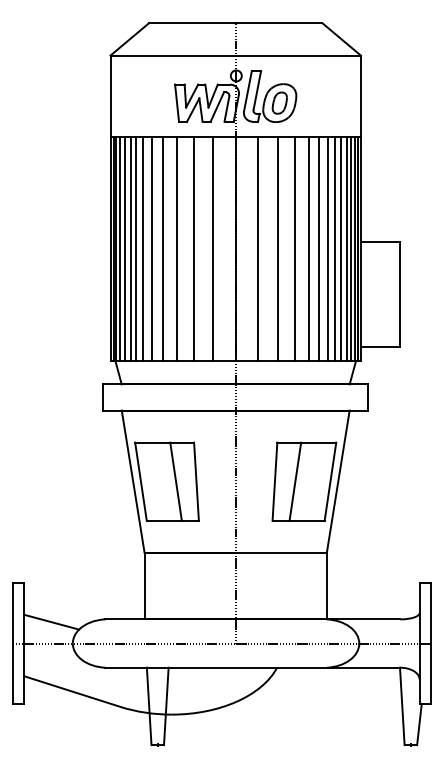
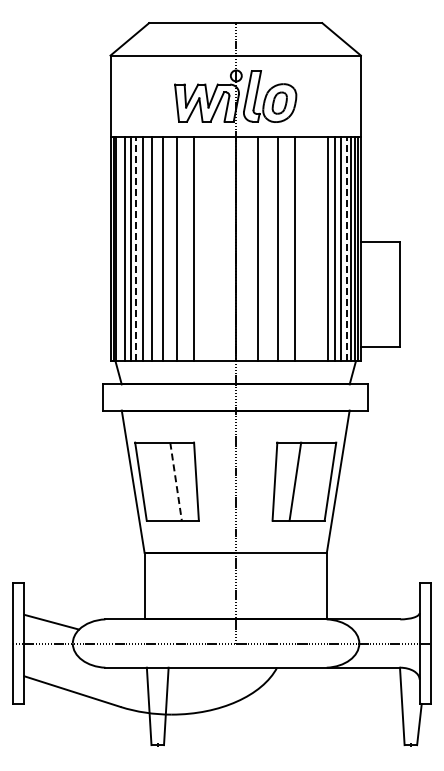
line at (136, 248): solid -> dashed
line at (346, 248): solid -> dashed
line at (120, 249): present -> none
line at (213, 249): present -> none
line at (308, 249): present -> none
line at (319, 249): present -> none
line at (176, 482): solid -> dashed
